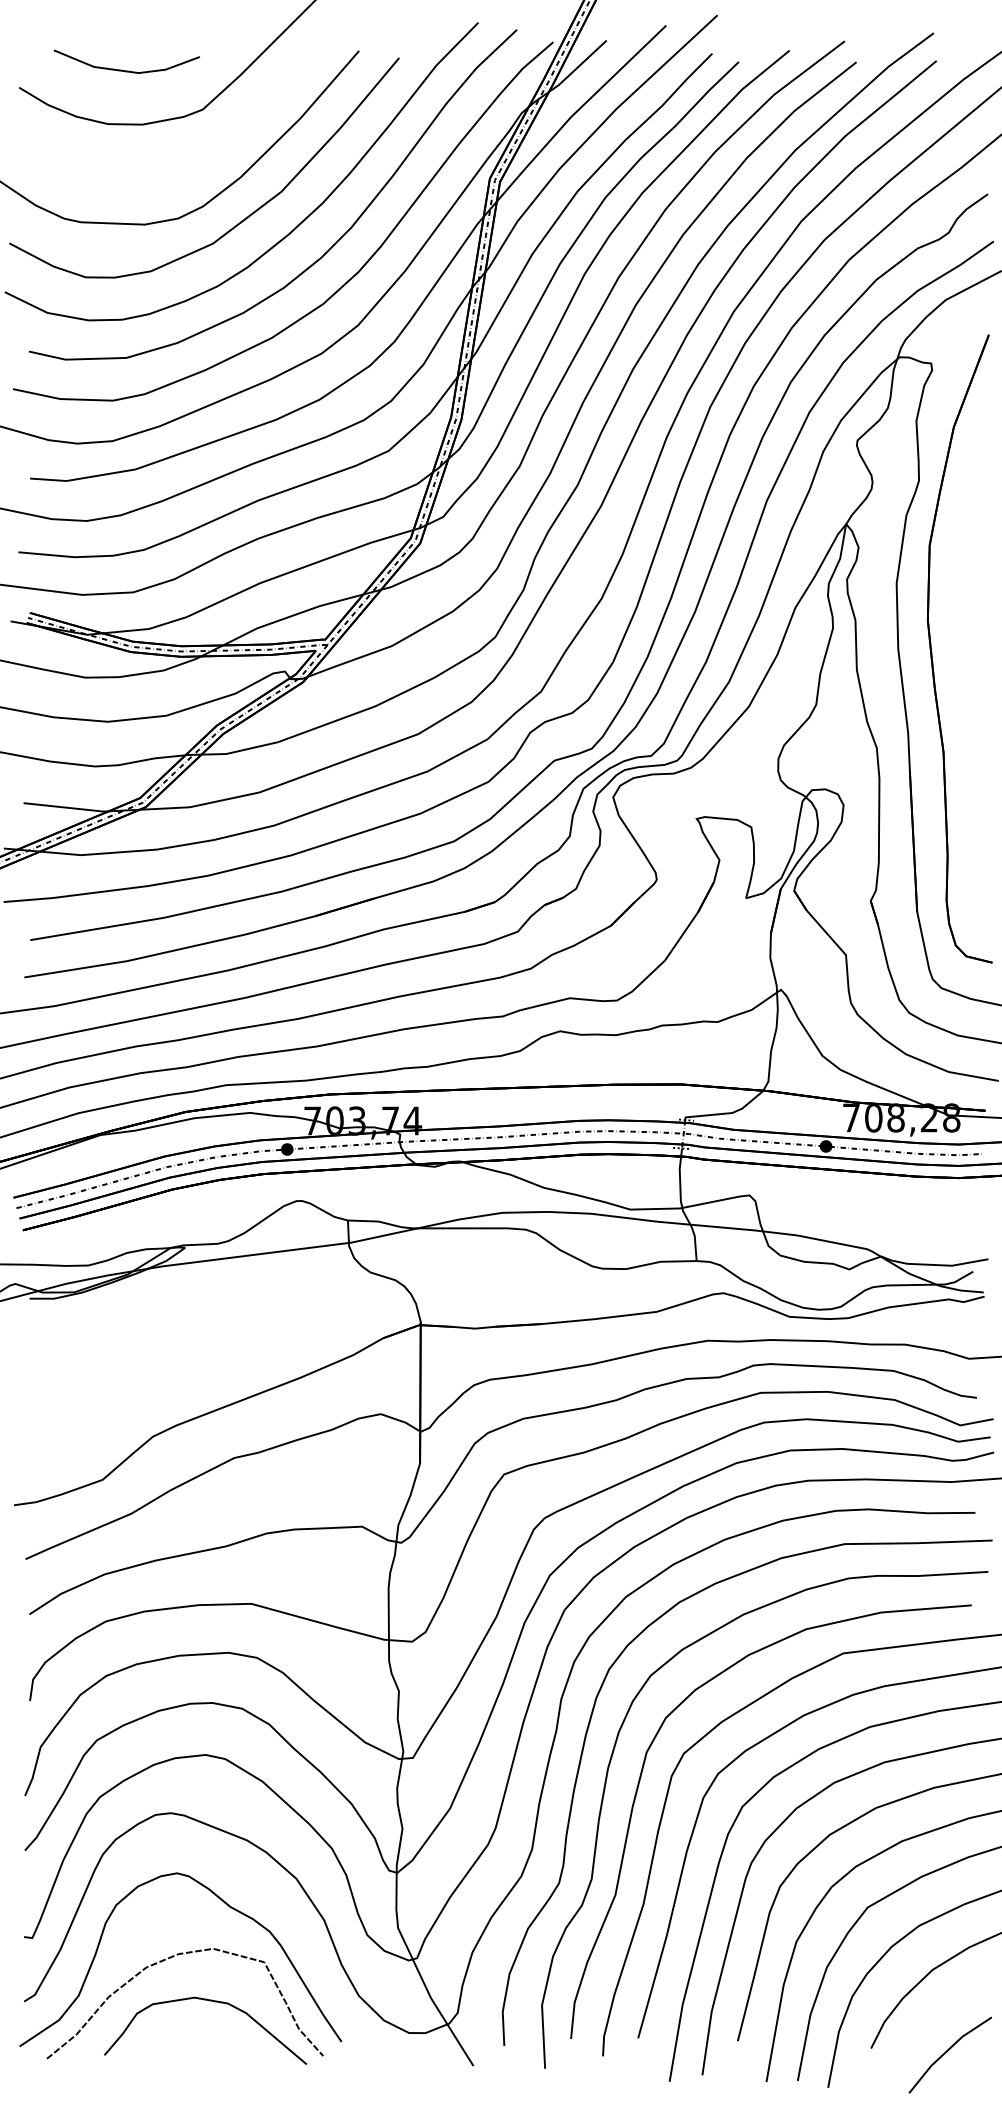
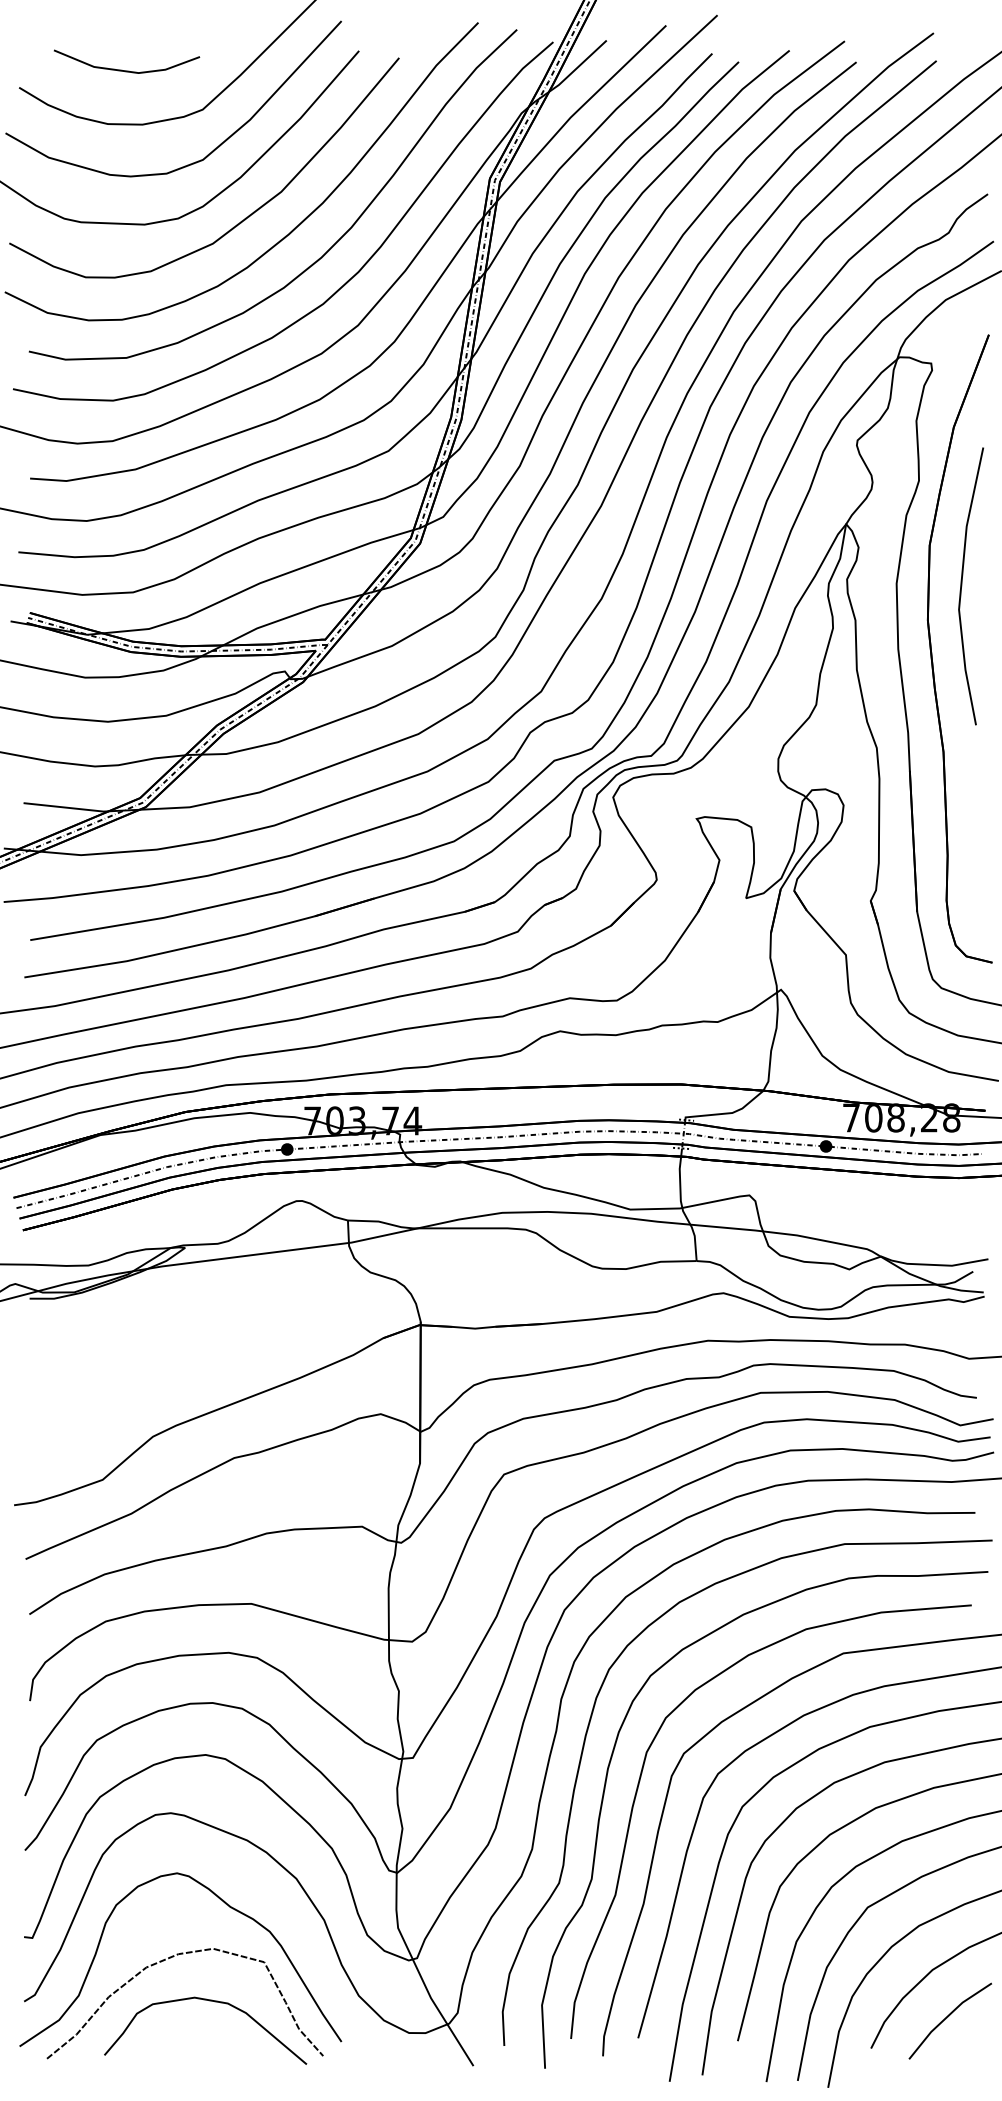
curve at (214, 148): none -> present
line at (962, 586): none -> present
line at (947, 2052) position: (947, 2052) -> (947, 2018)
